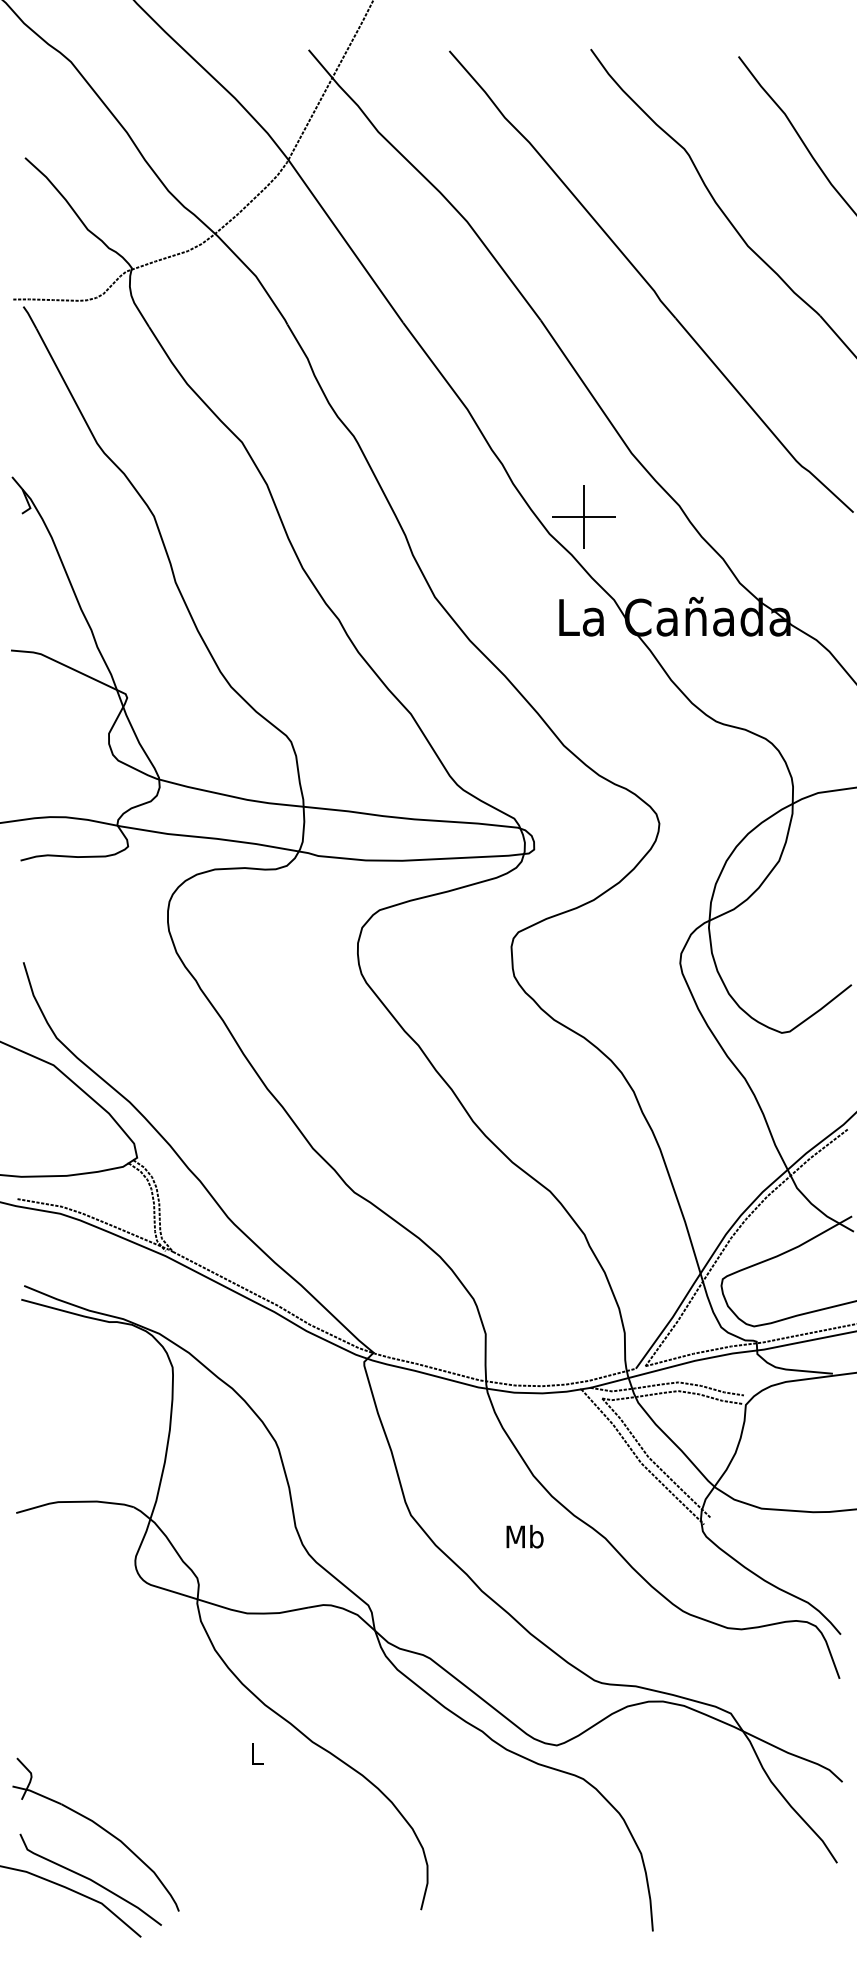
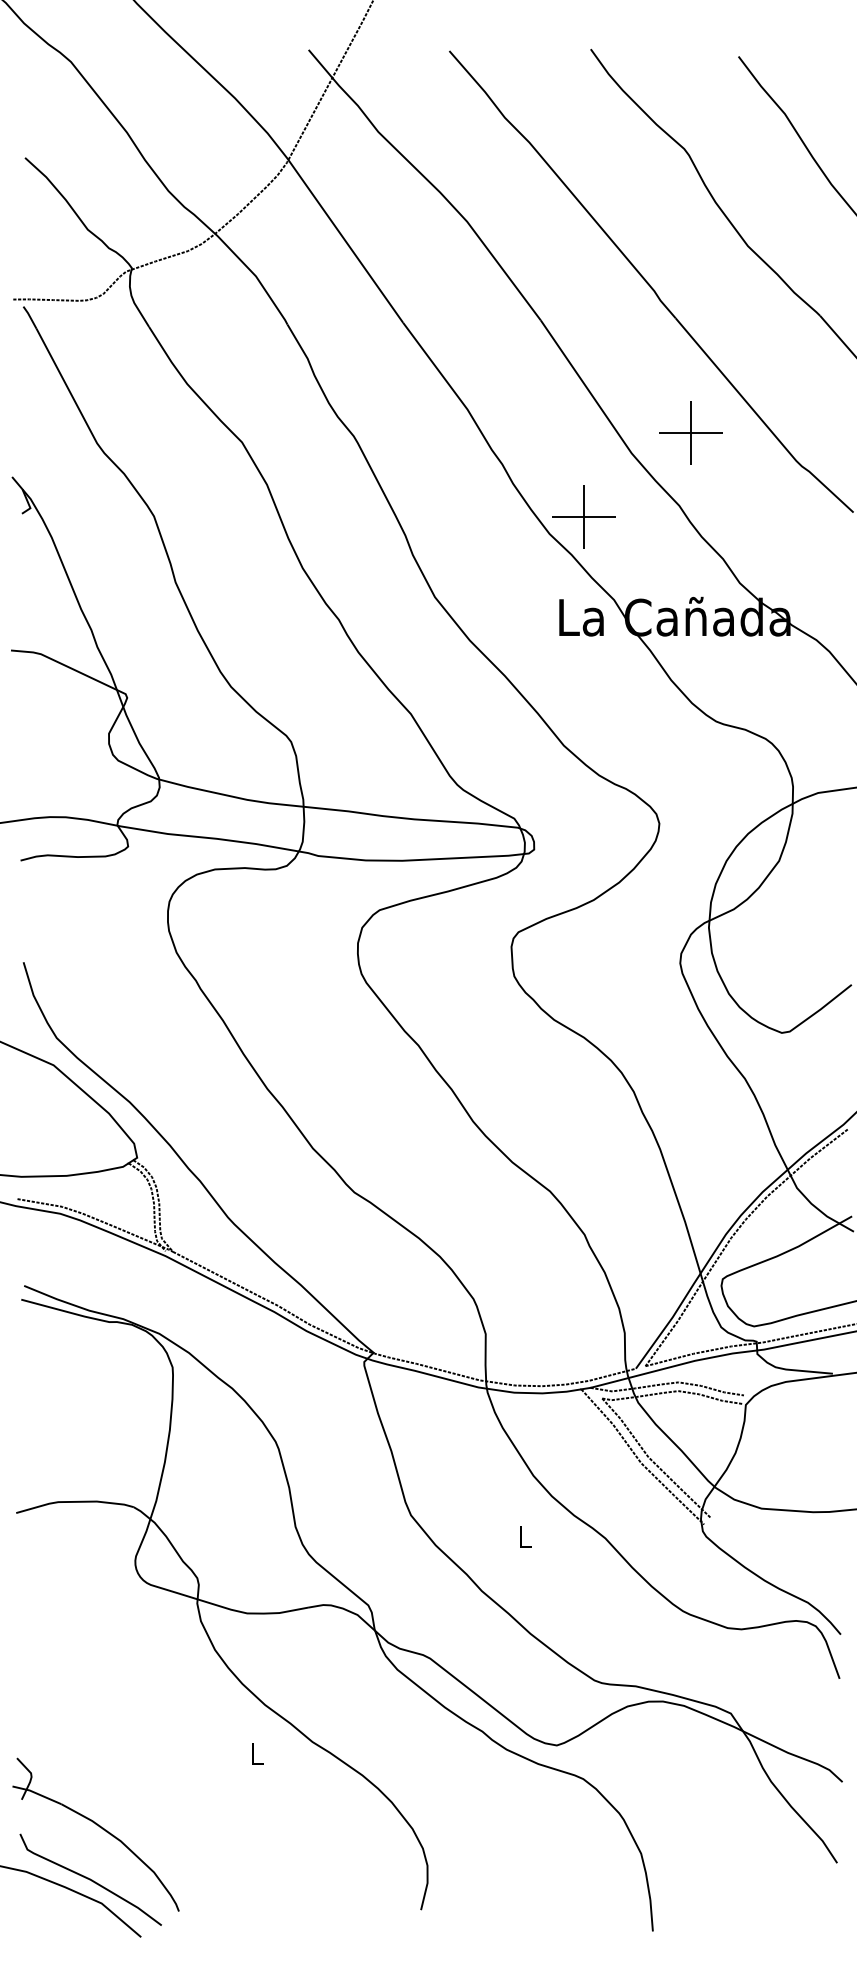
part at (690, 432): none -> present
text at (524, 1536): Mb -> L
